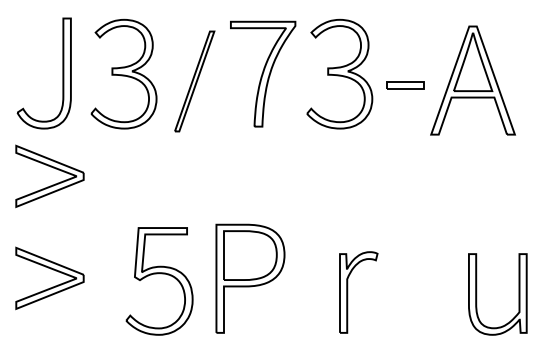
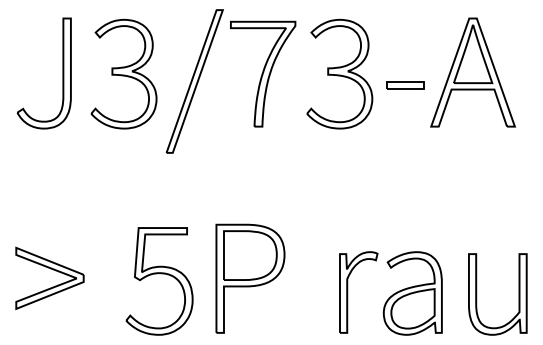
part at (472, 80) position: (472, 80) -> (472, 72)
part at (194, 81) size: 42x103 px -> 59x145 px
part at (52, 184): present -> none
part at (412, 293): none -> present
